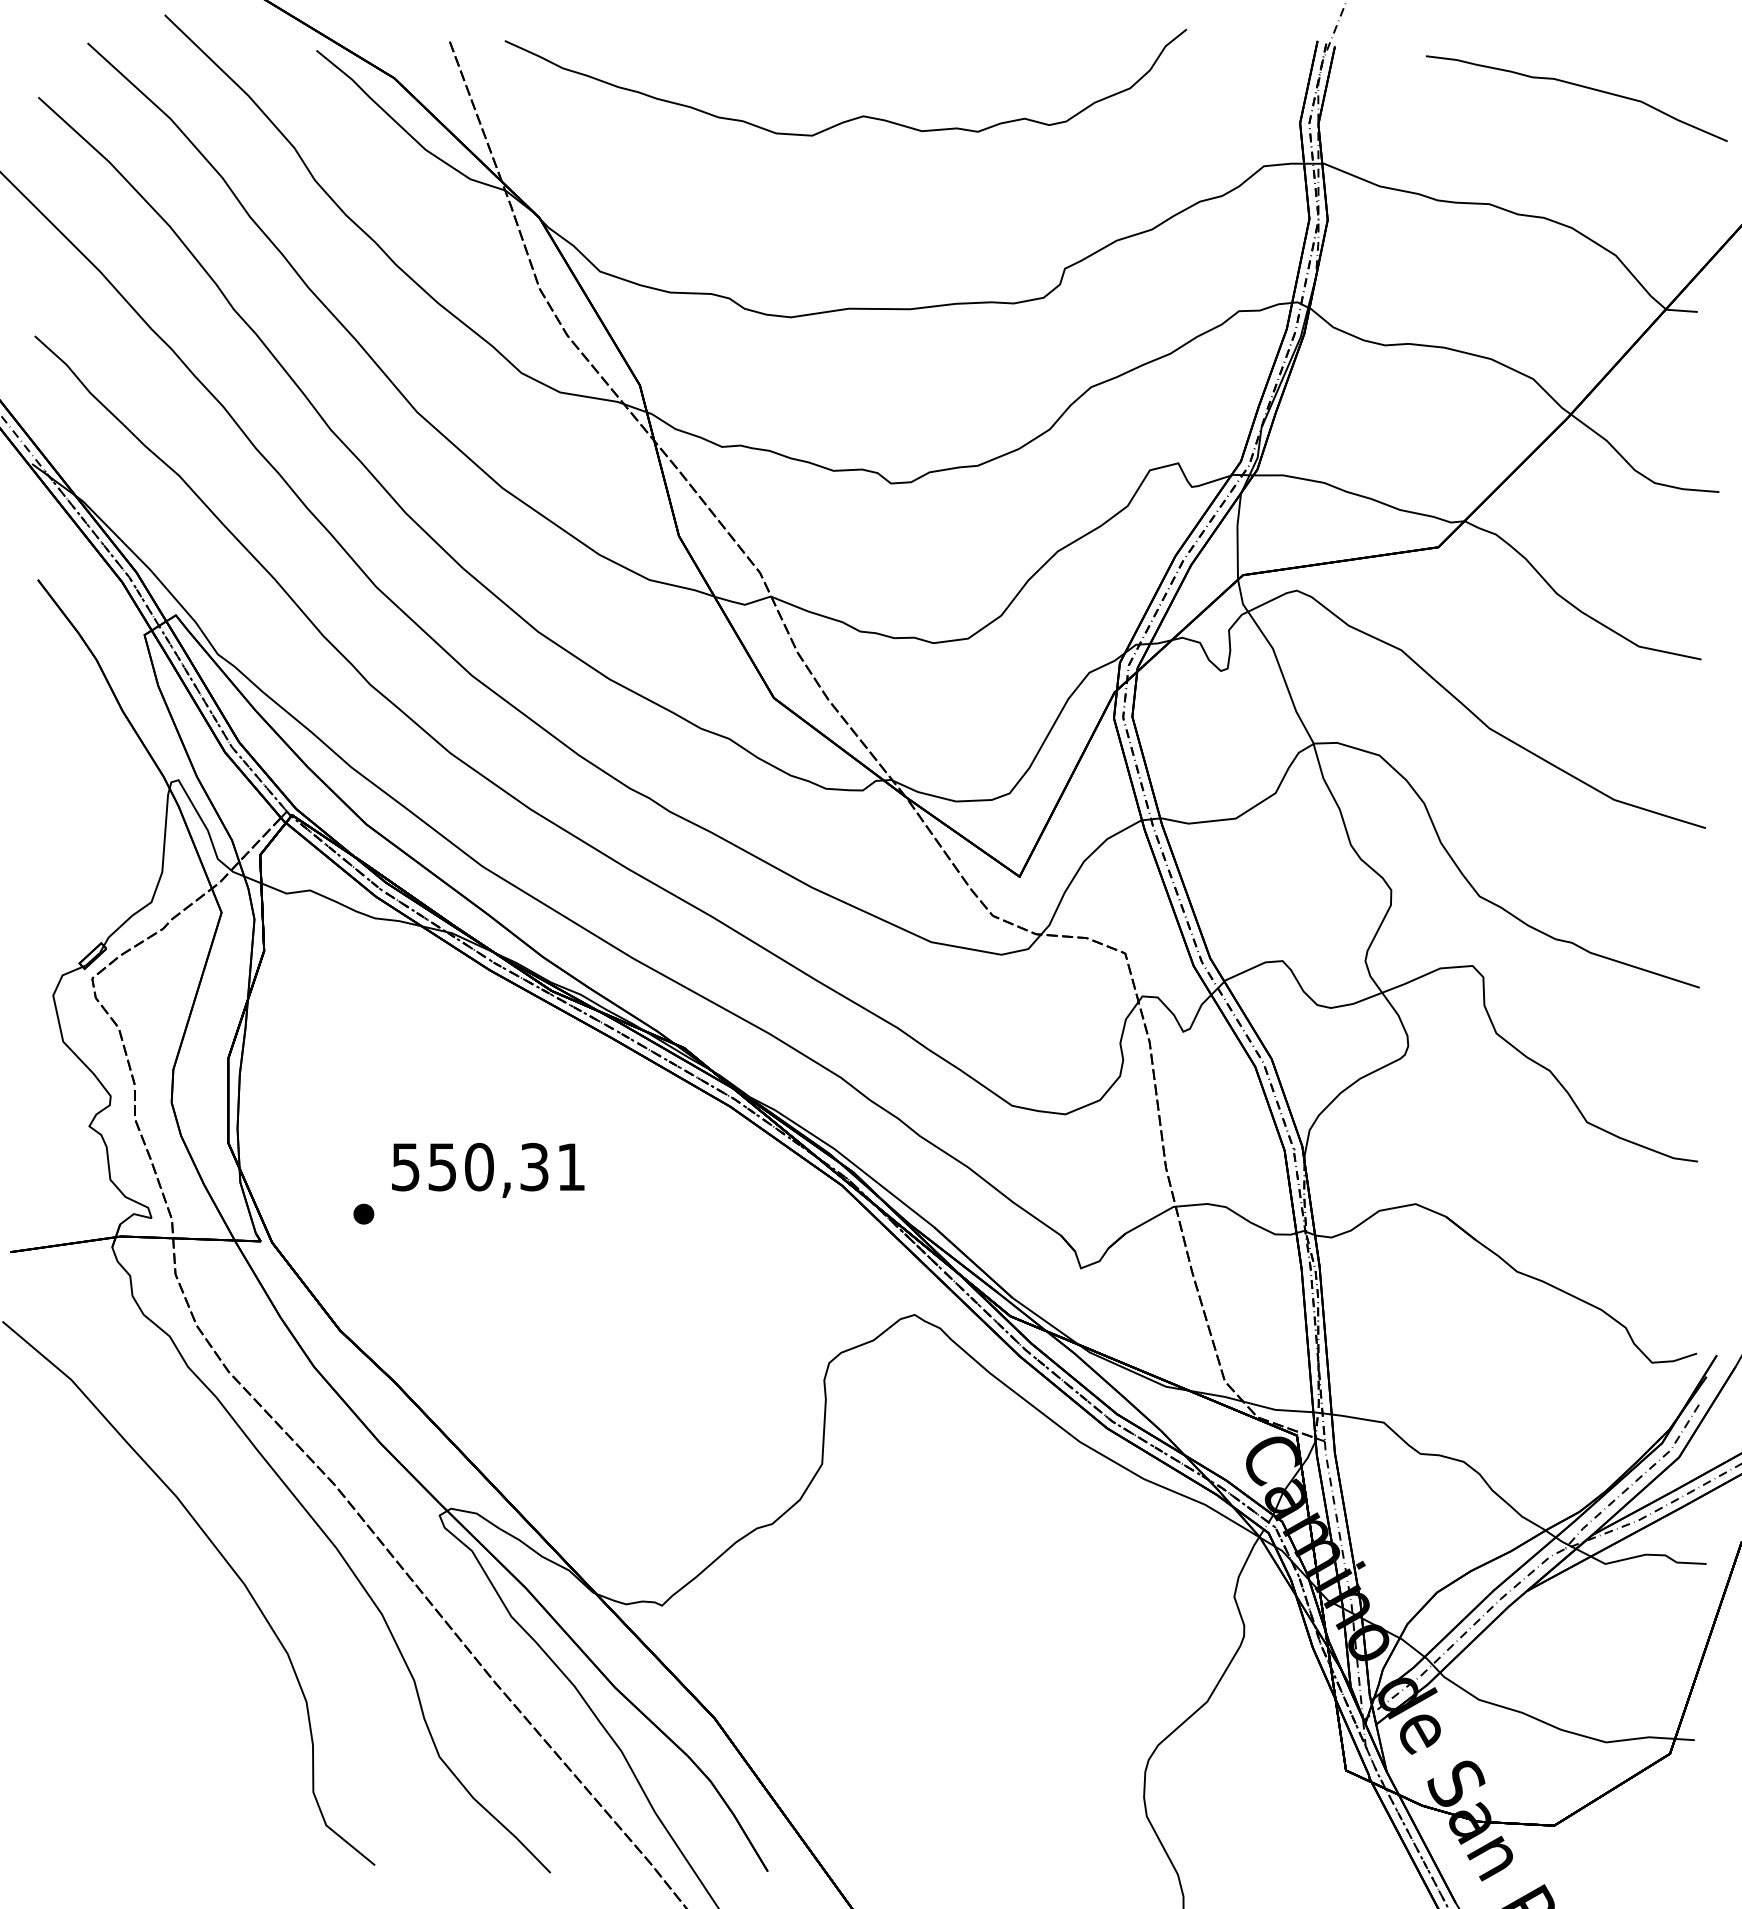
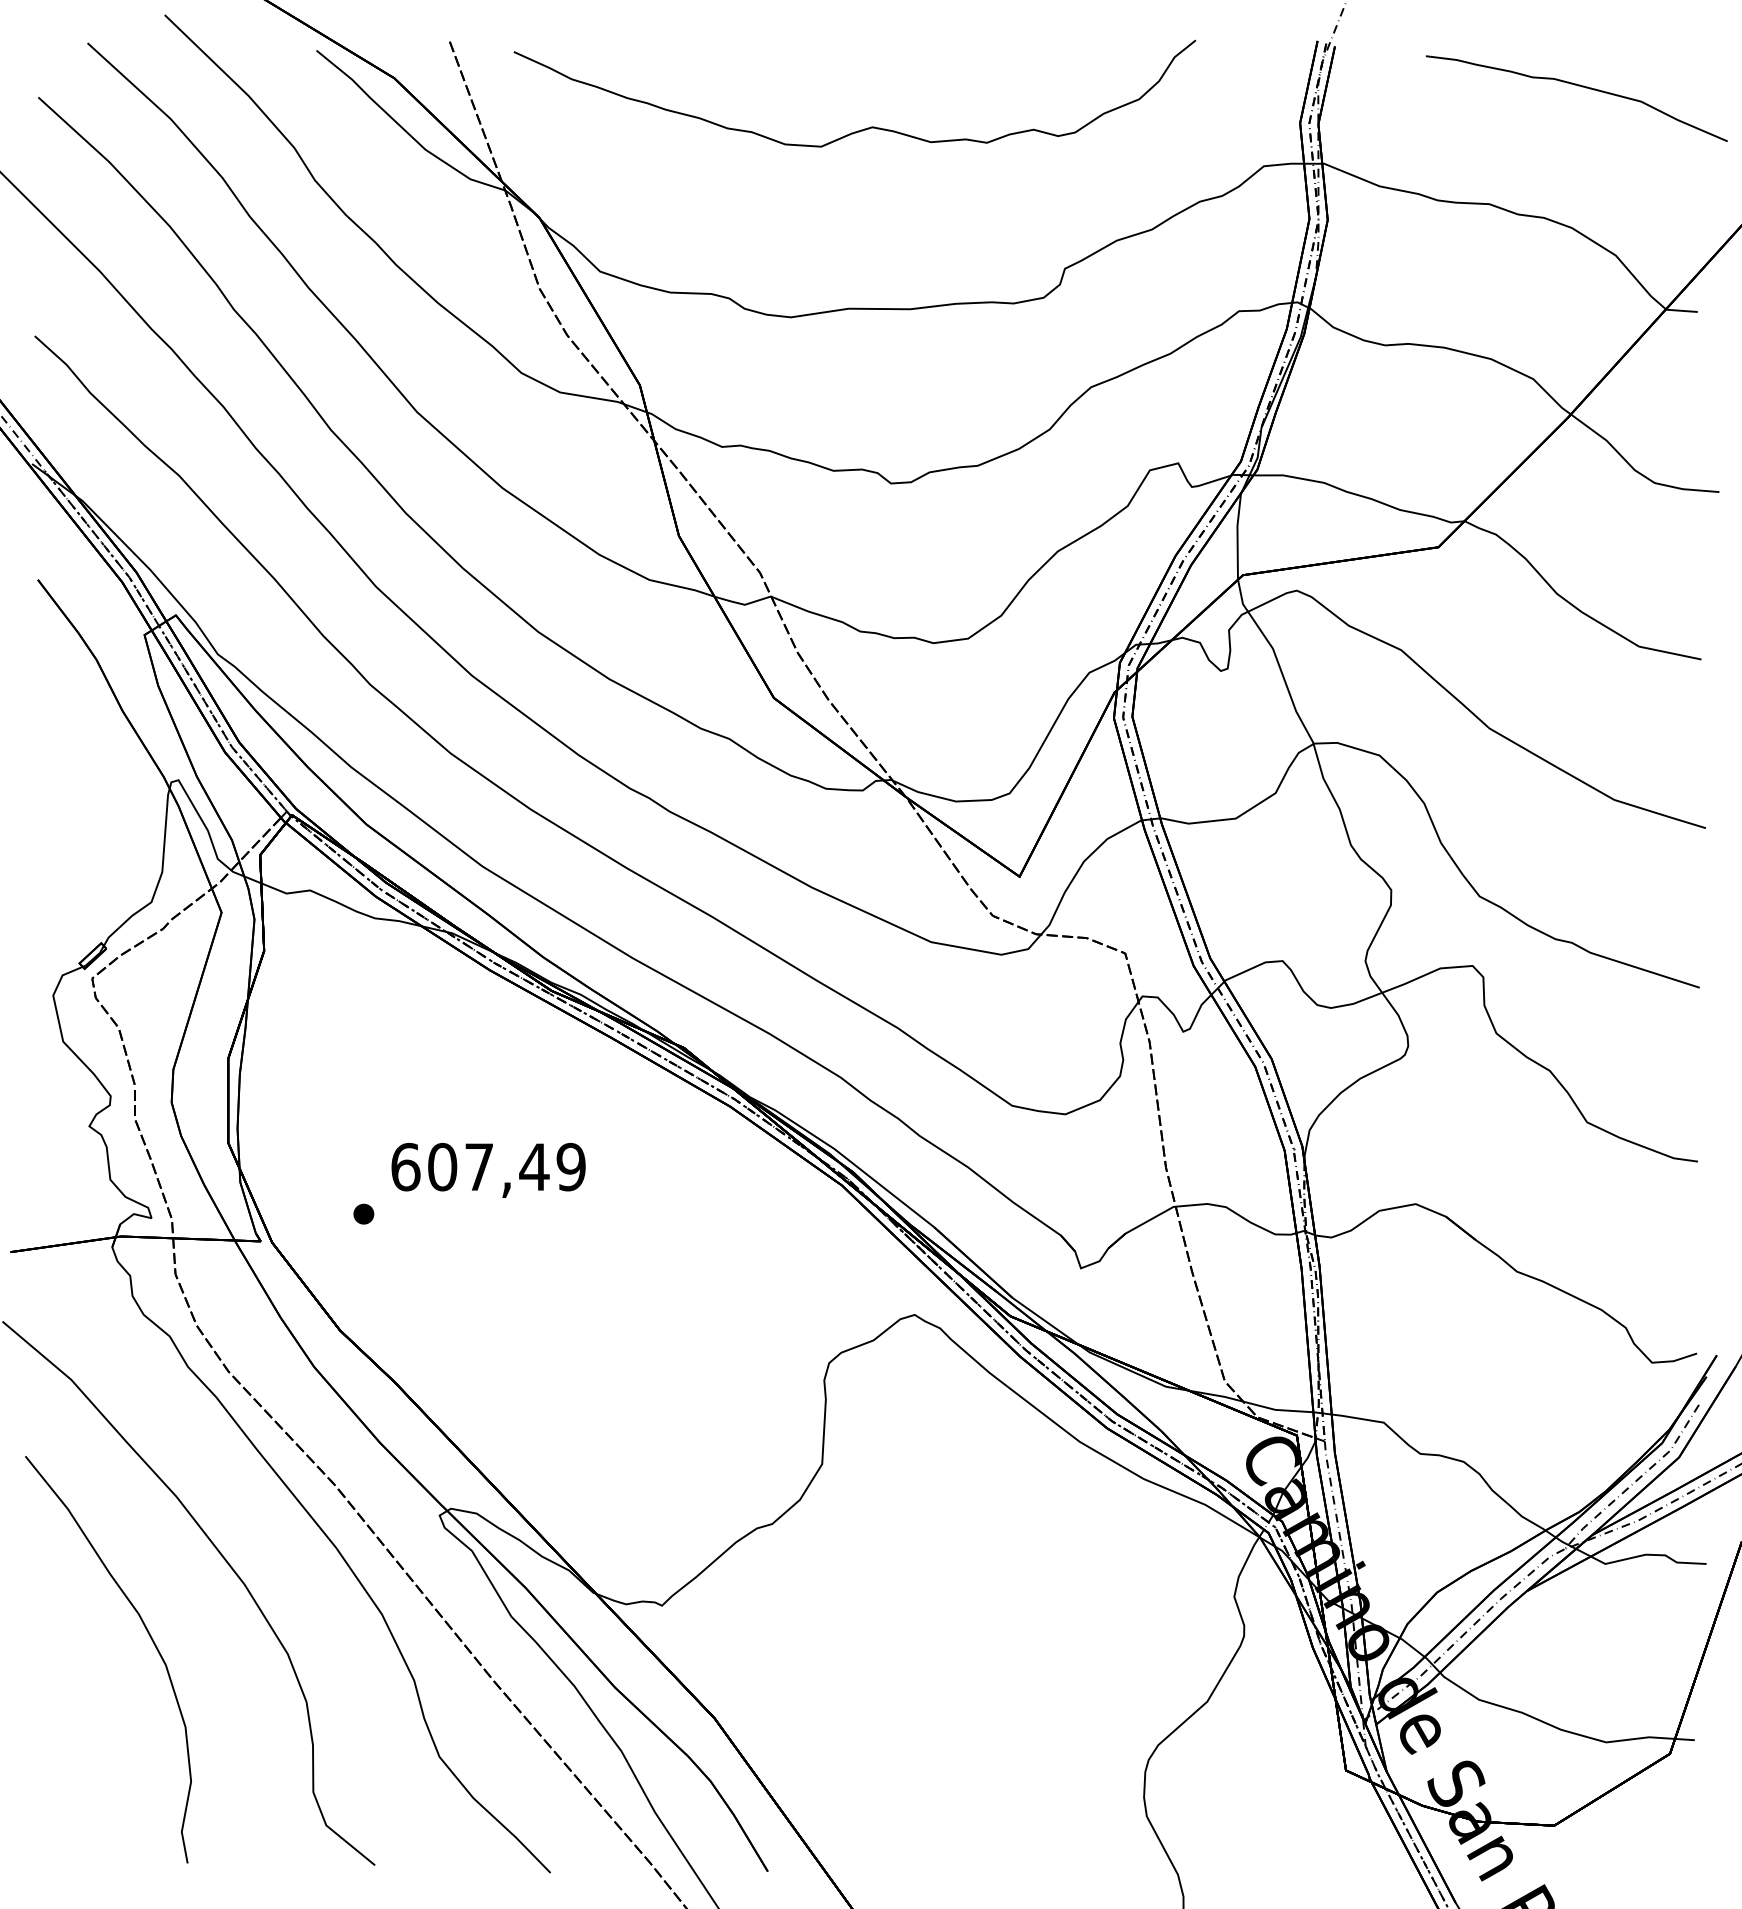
curve at (858, 116) position: (858, 116) -> (867, 127)
text at (488, 1166): 550,31 -> 607,49
curve at (150, 1638): none -> present
